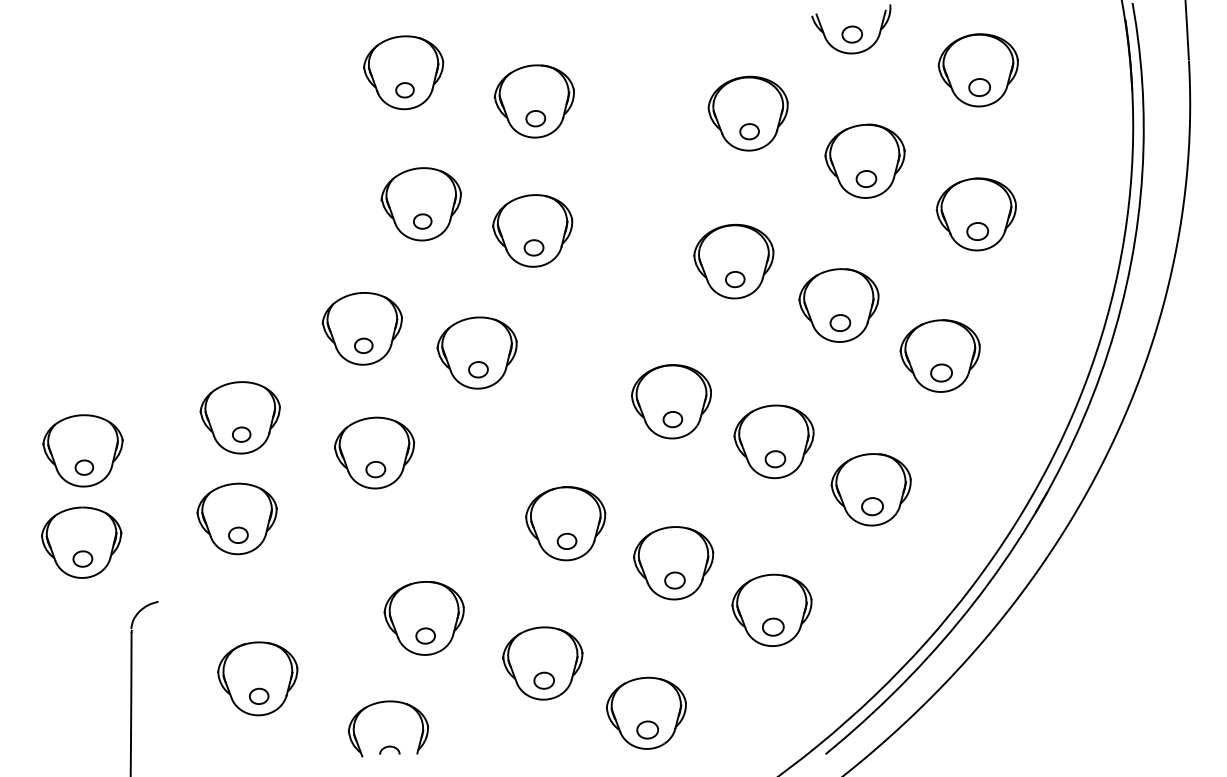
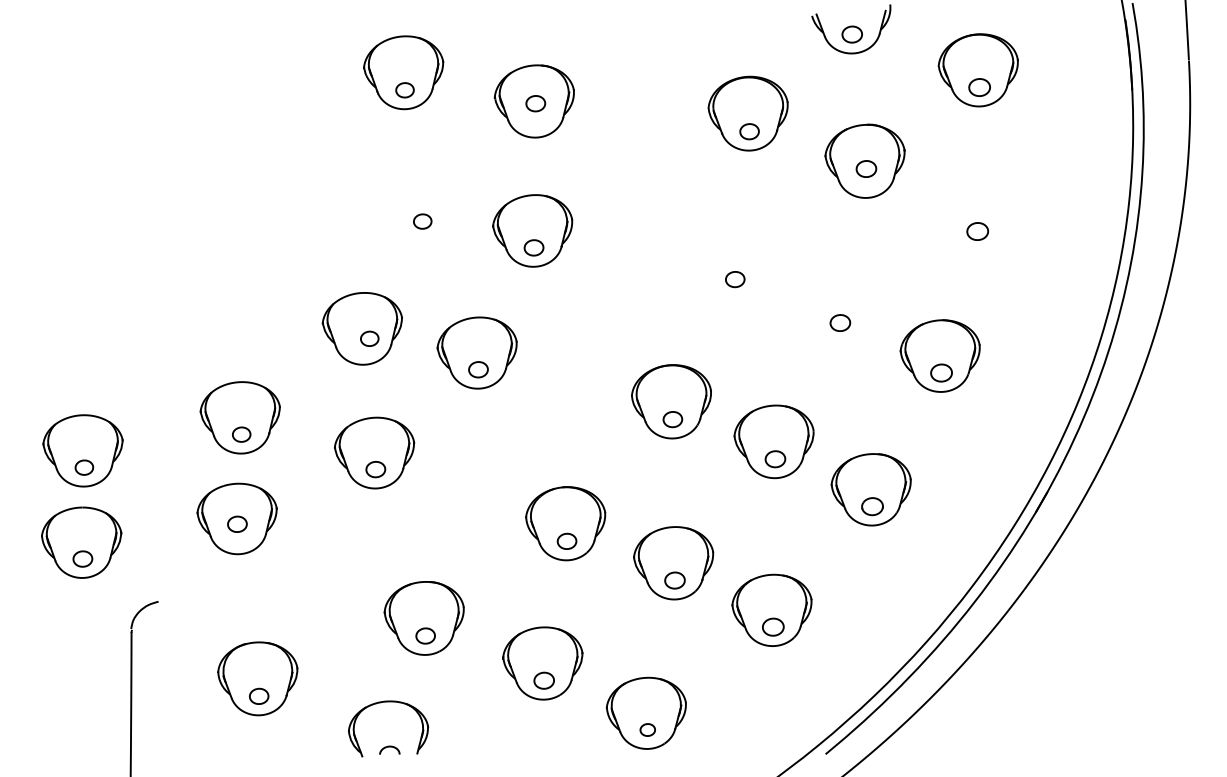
part at (535, 118) position: (535, 118) -> (535, 103)
part at (866, 178) position: (866, 178) -> (866, 168)
part at (420, 204): present -> none
part at (975, 214): present -> none
part at (733, 261): present -> none
part at (838, 305): present -> none
part at (363, 345) position: (363, 345) -> (369, 338)
part at (238, 534) position: (238, 534) -> (237, 523)
part at (647, 729) size: 24x20 px -> 17x14 px
